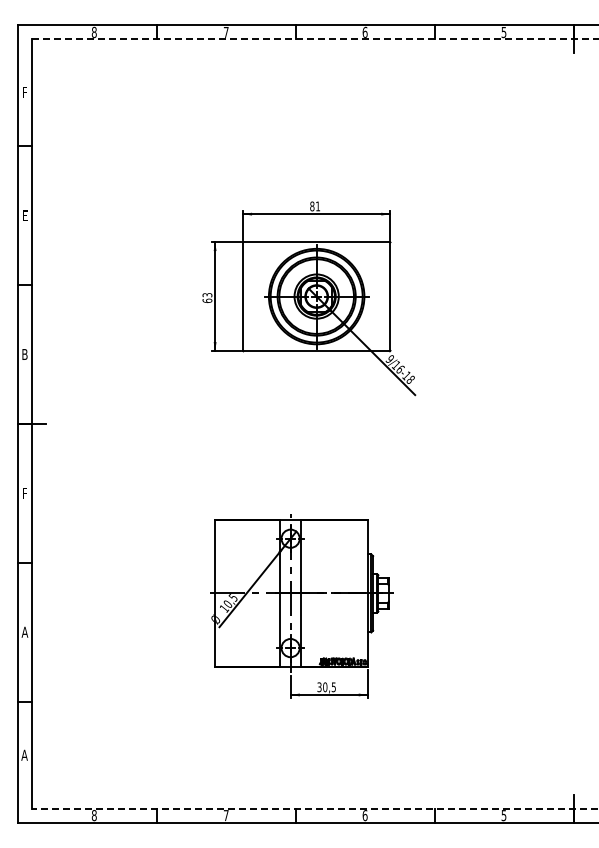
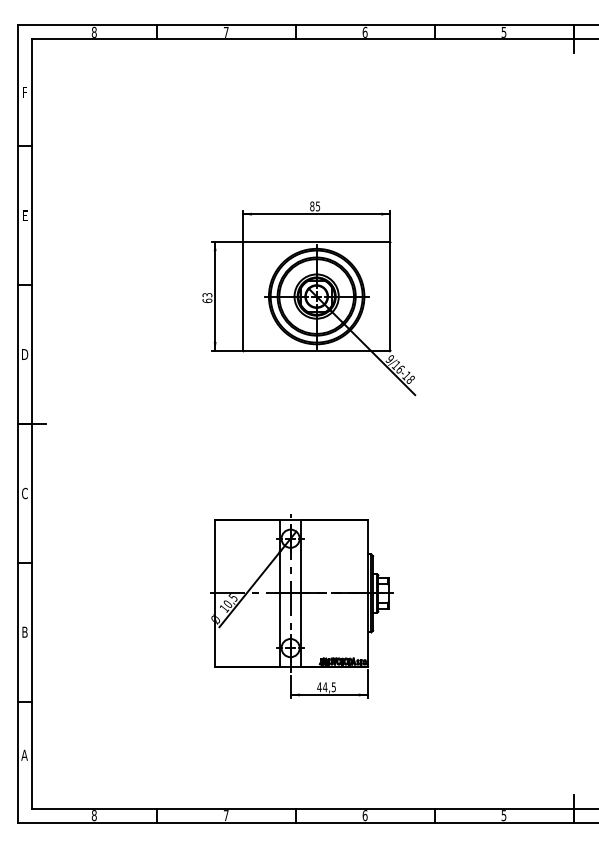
line at (315, 39): dashed -> solid
text at (318, 206): 81 -> 85
text at (25, 354): B -> D
text at (24, 493): F -> C
text at (24, 631): A -> B
text at (322, 687): 30,5 -> 44,5
line at (314, 808): dashed -> solid
